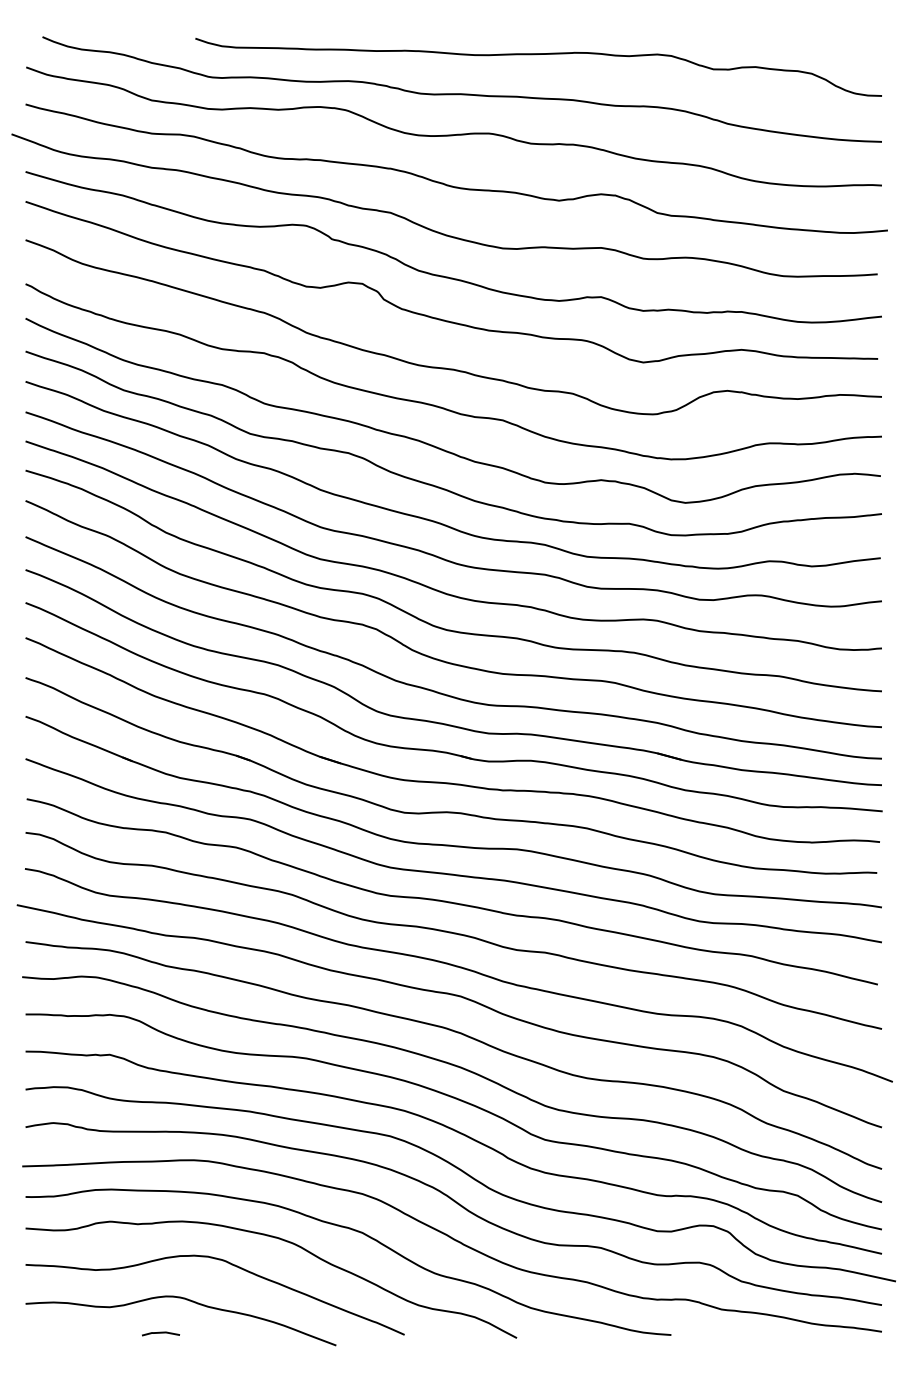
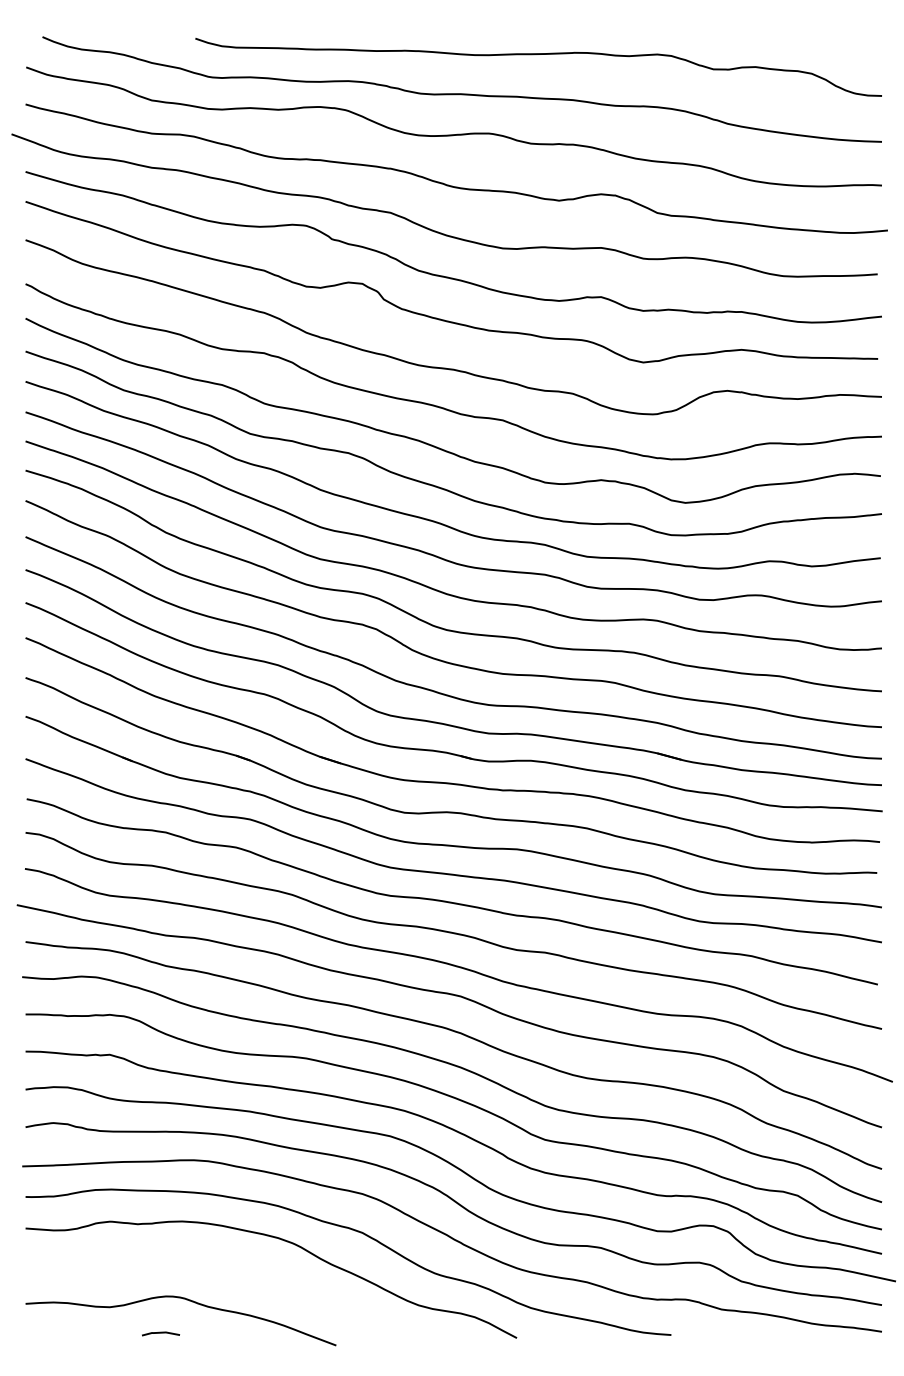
curve at (229, 1264): present -> none
